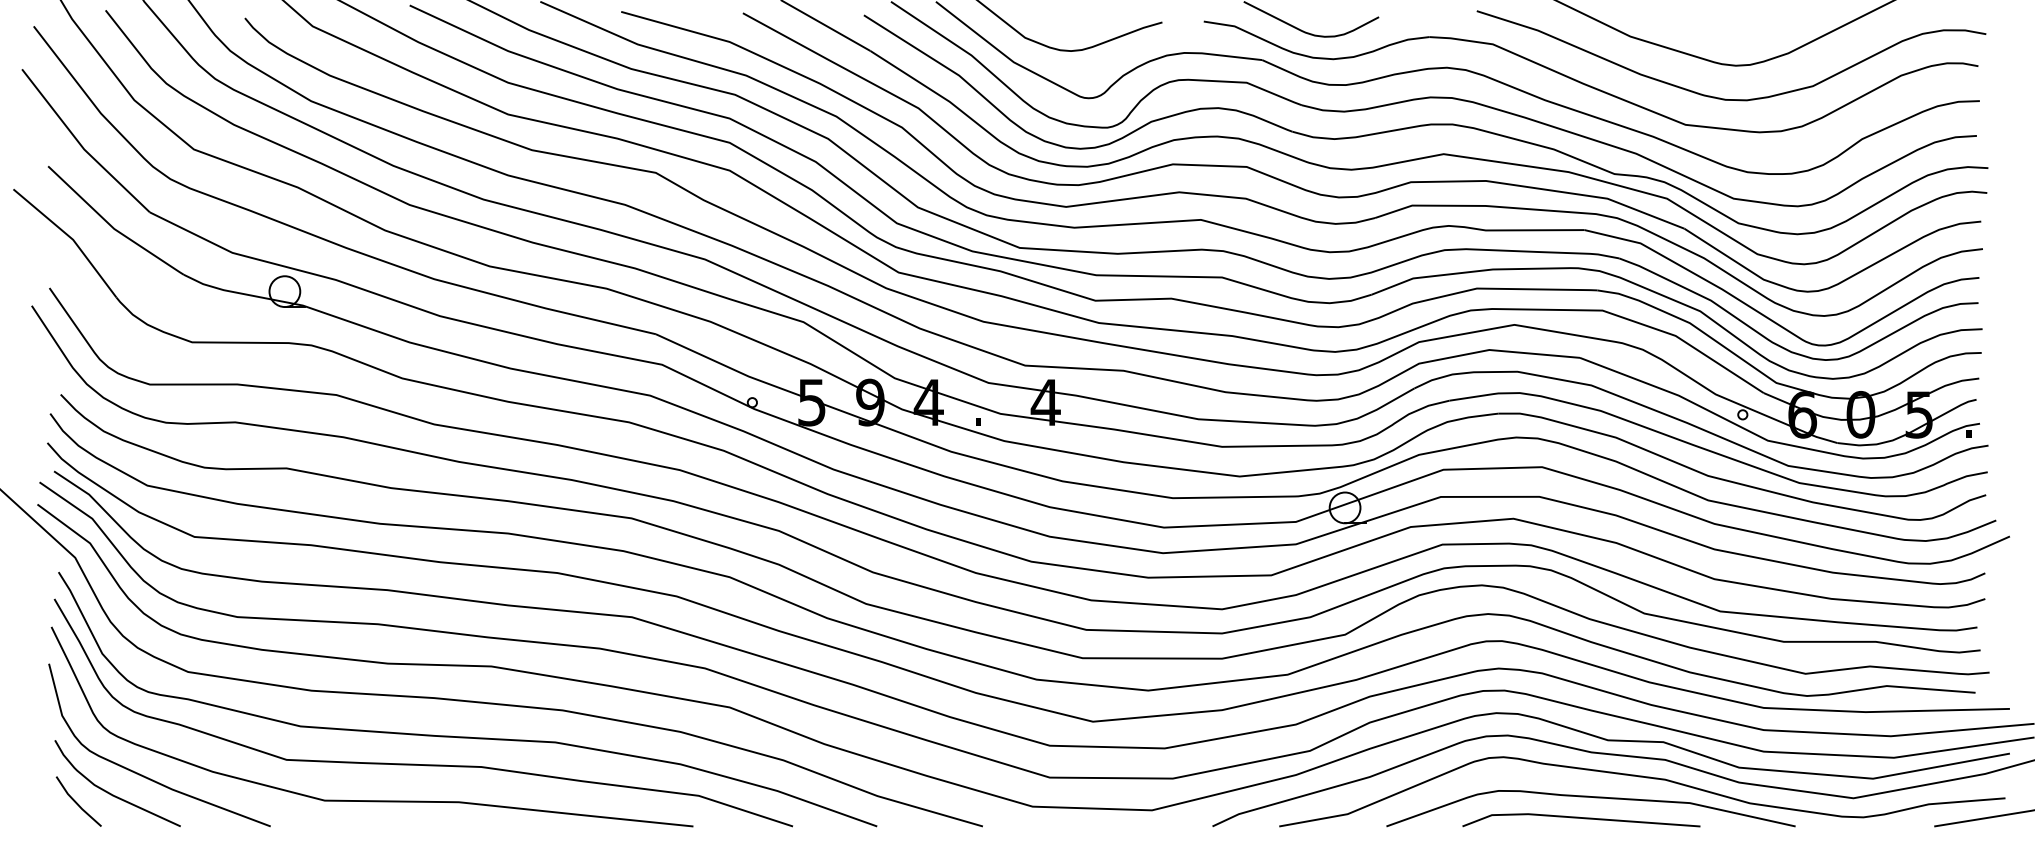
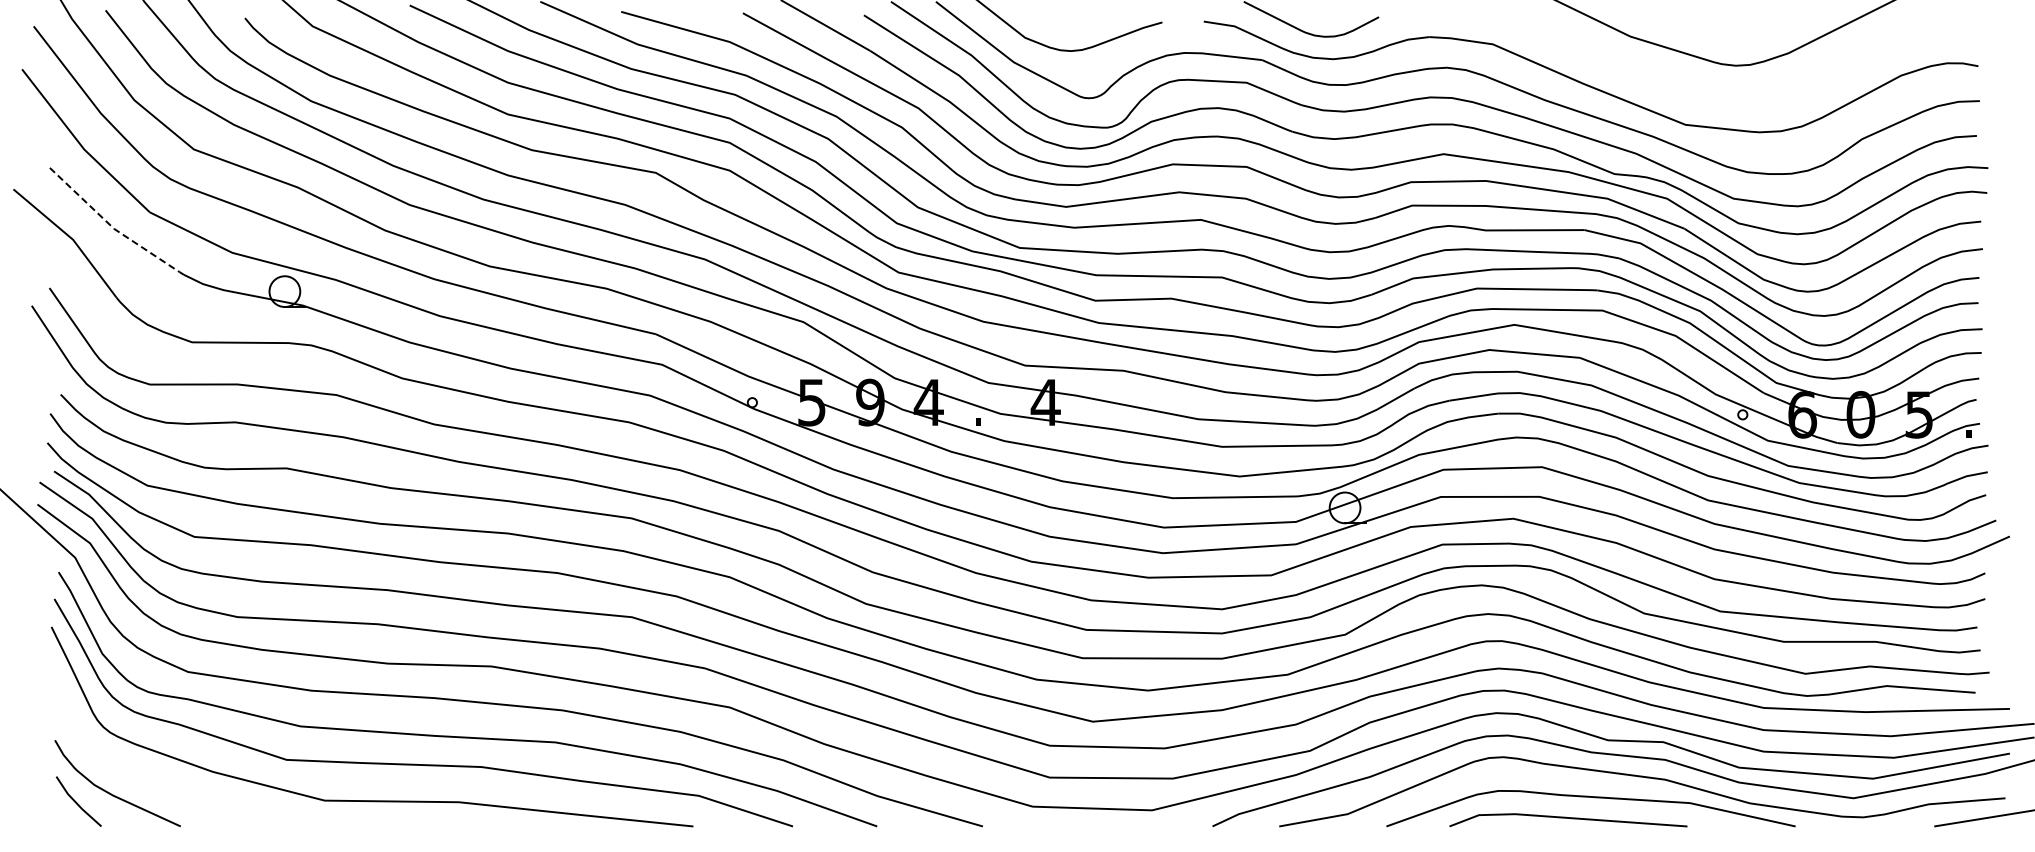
curve at (1720, 97): present -> none
line at (112, 226): solid -> dashed
curve at (144, 775): present -> none
line at (1581, 818) position: (1581, 818) -> (1568, 818)
